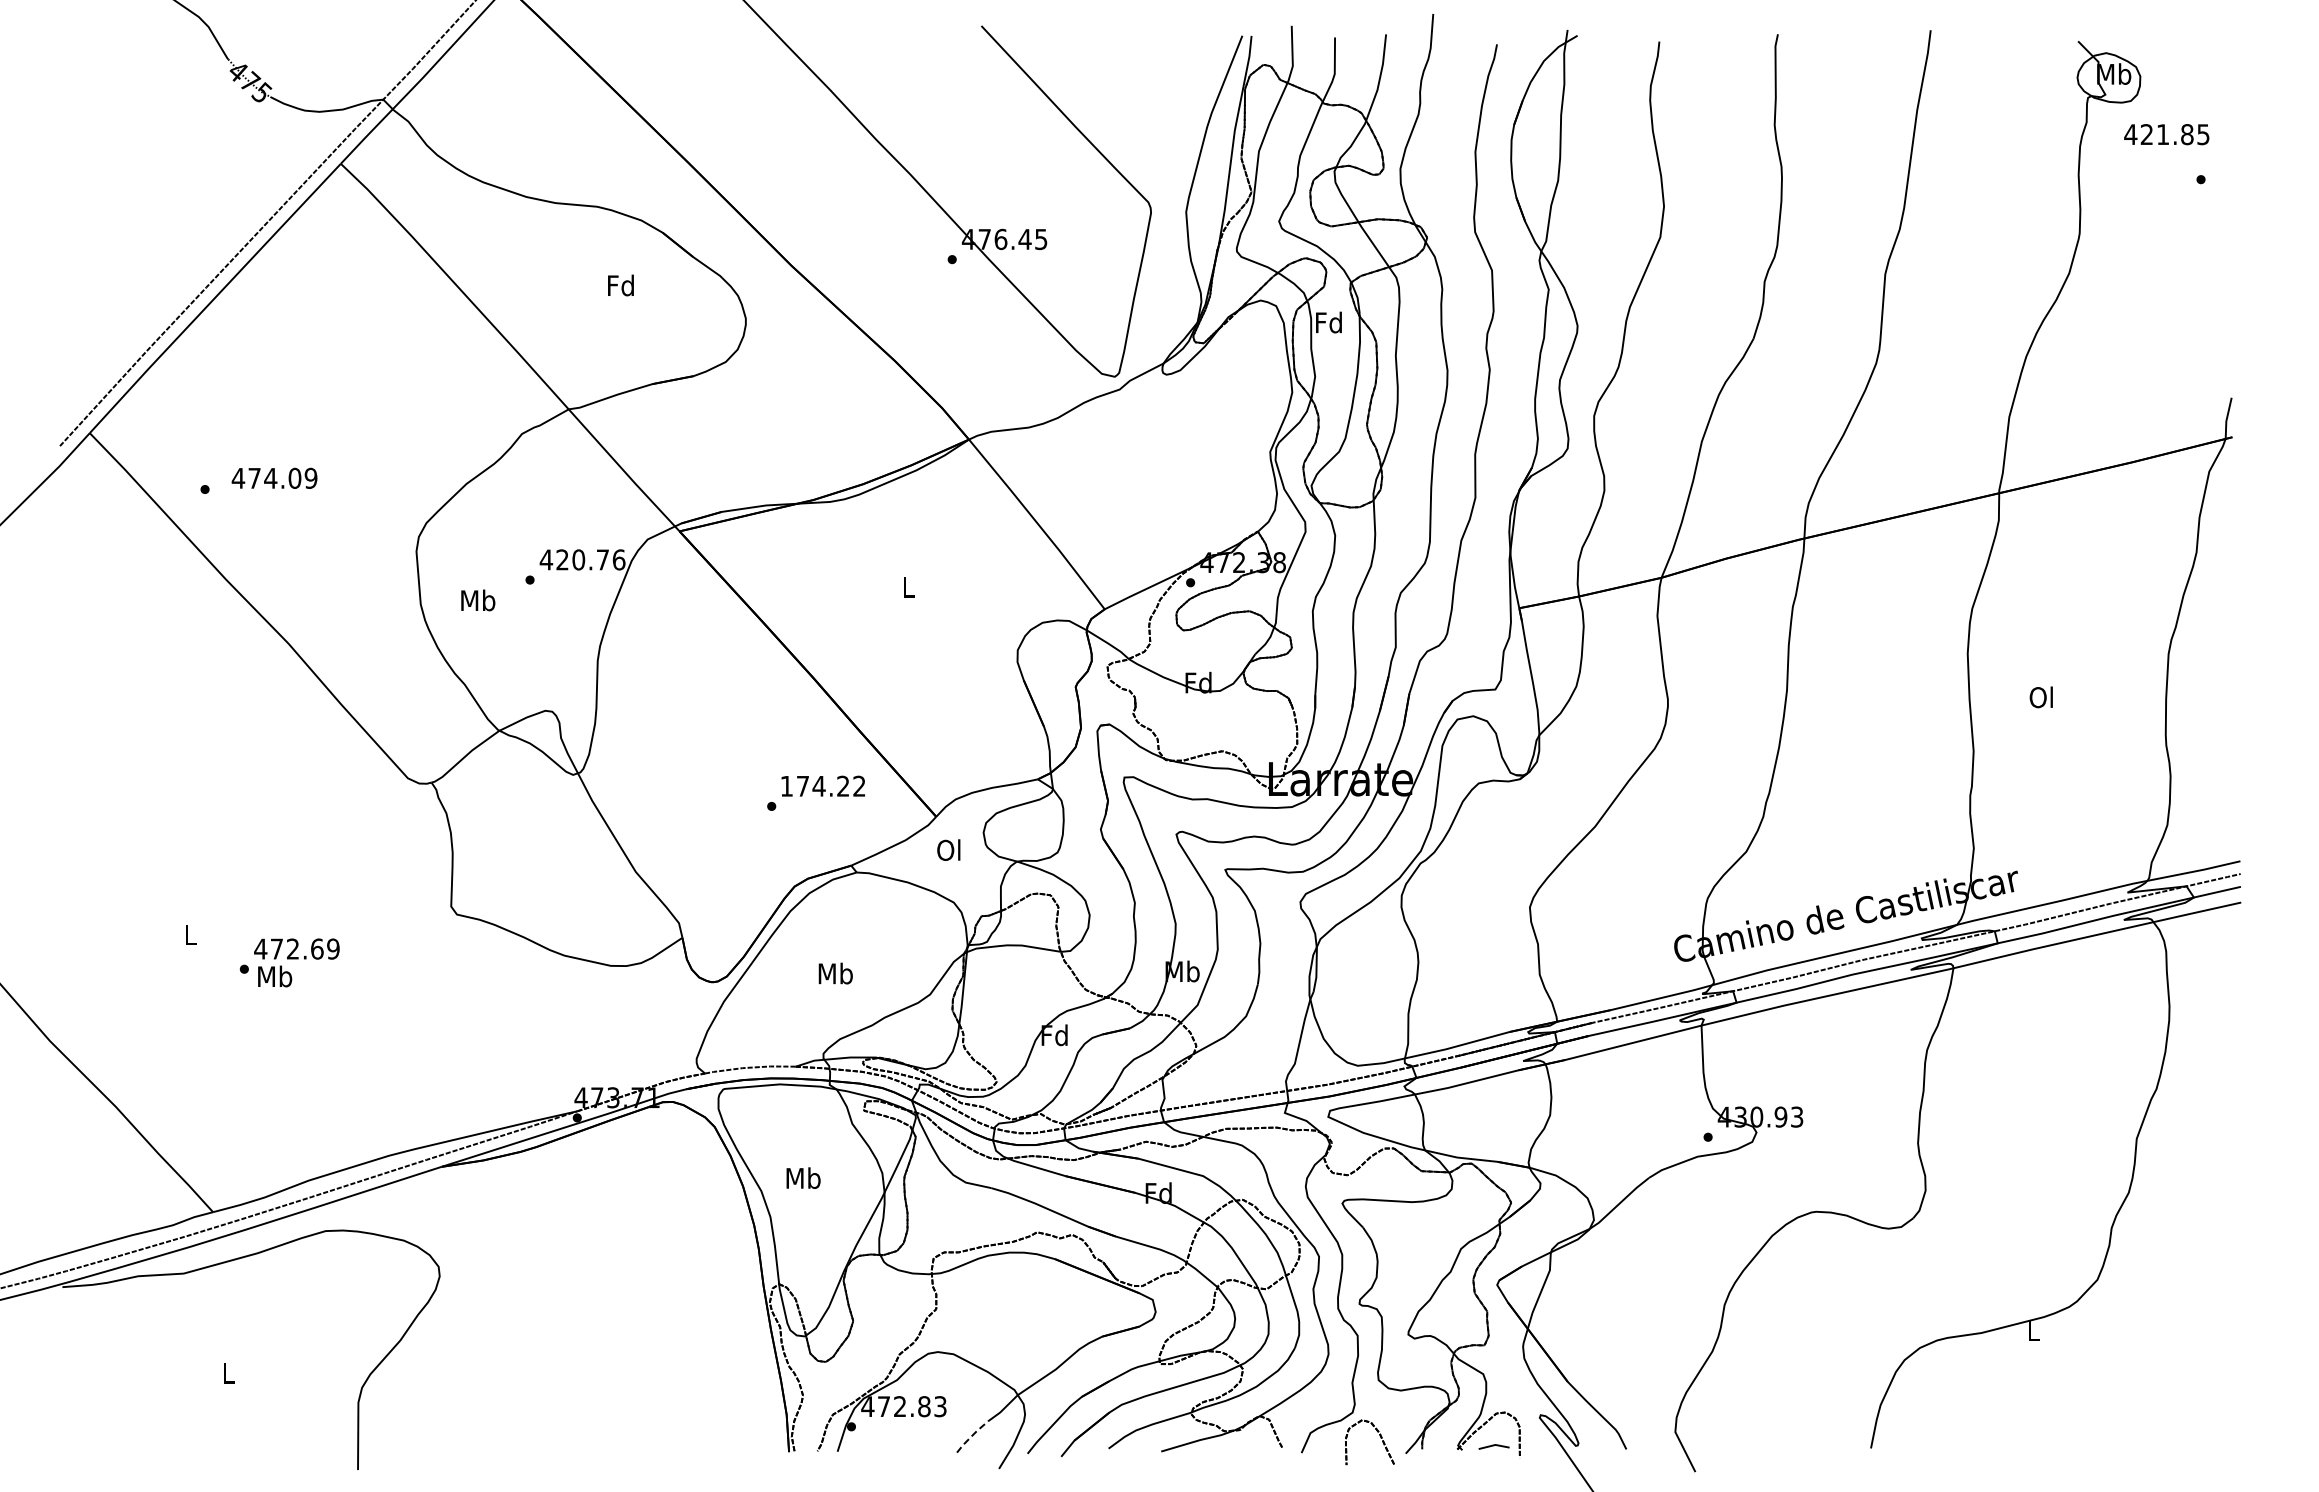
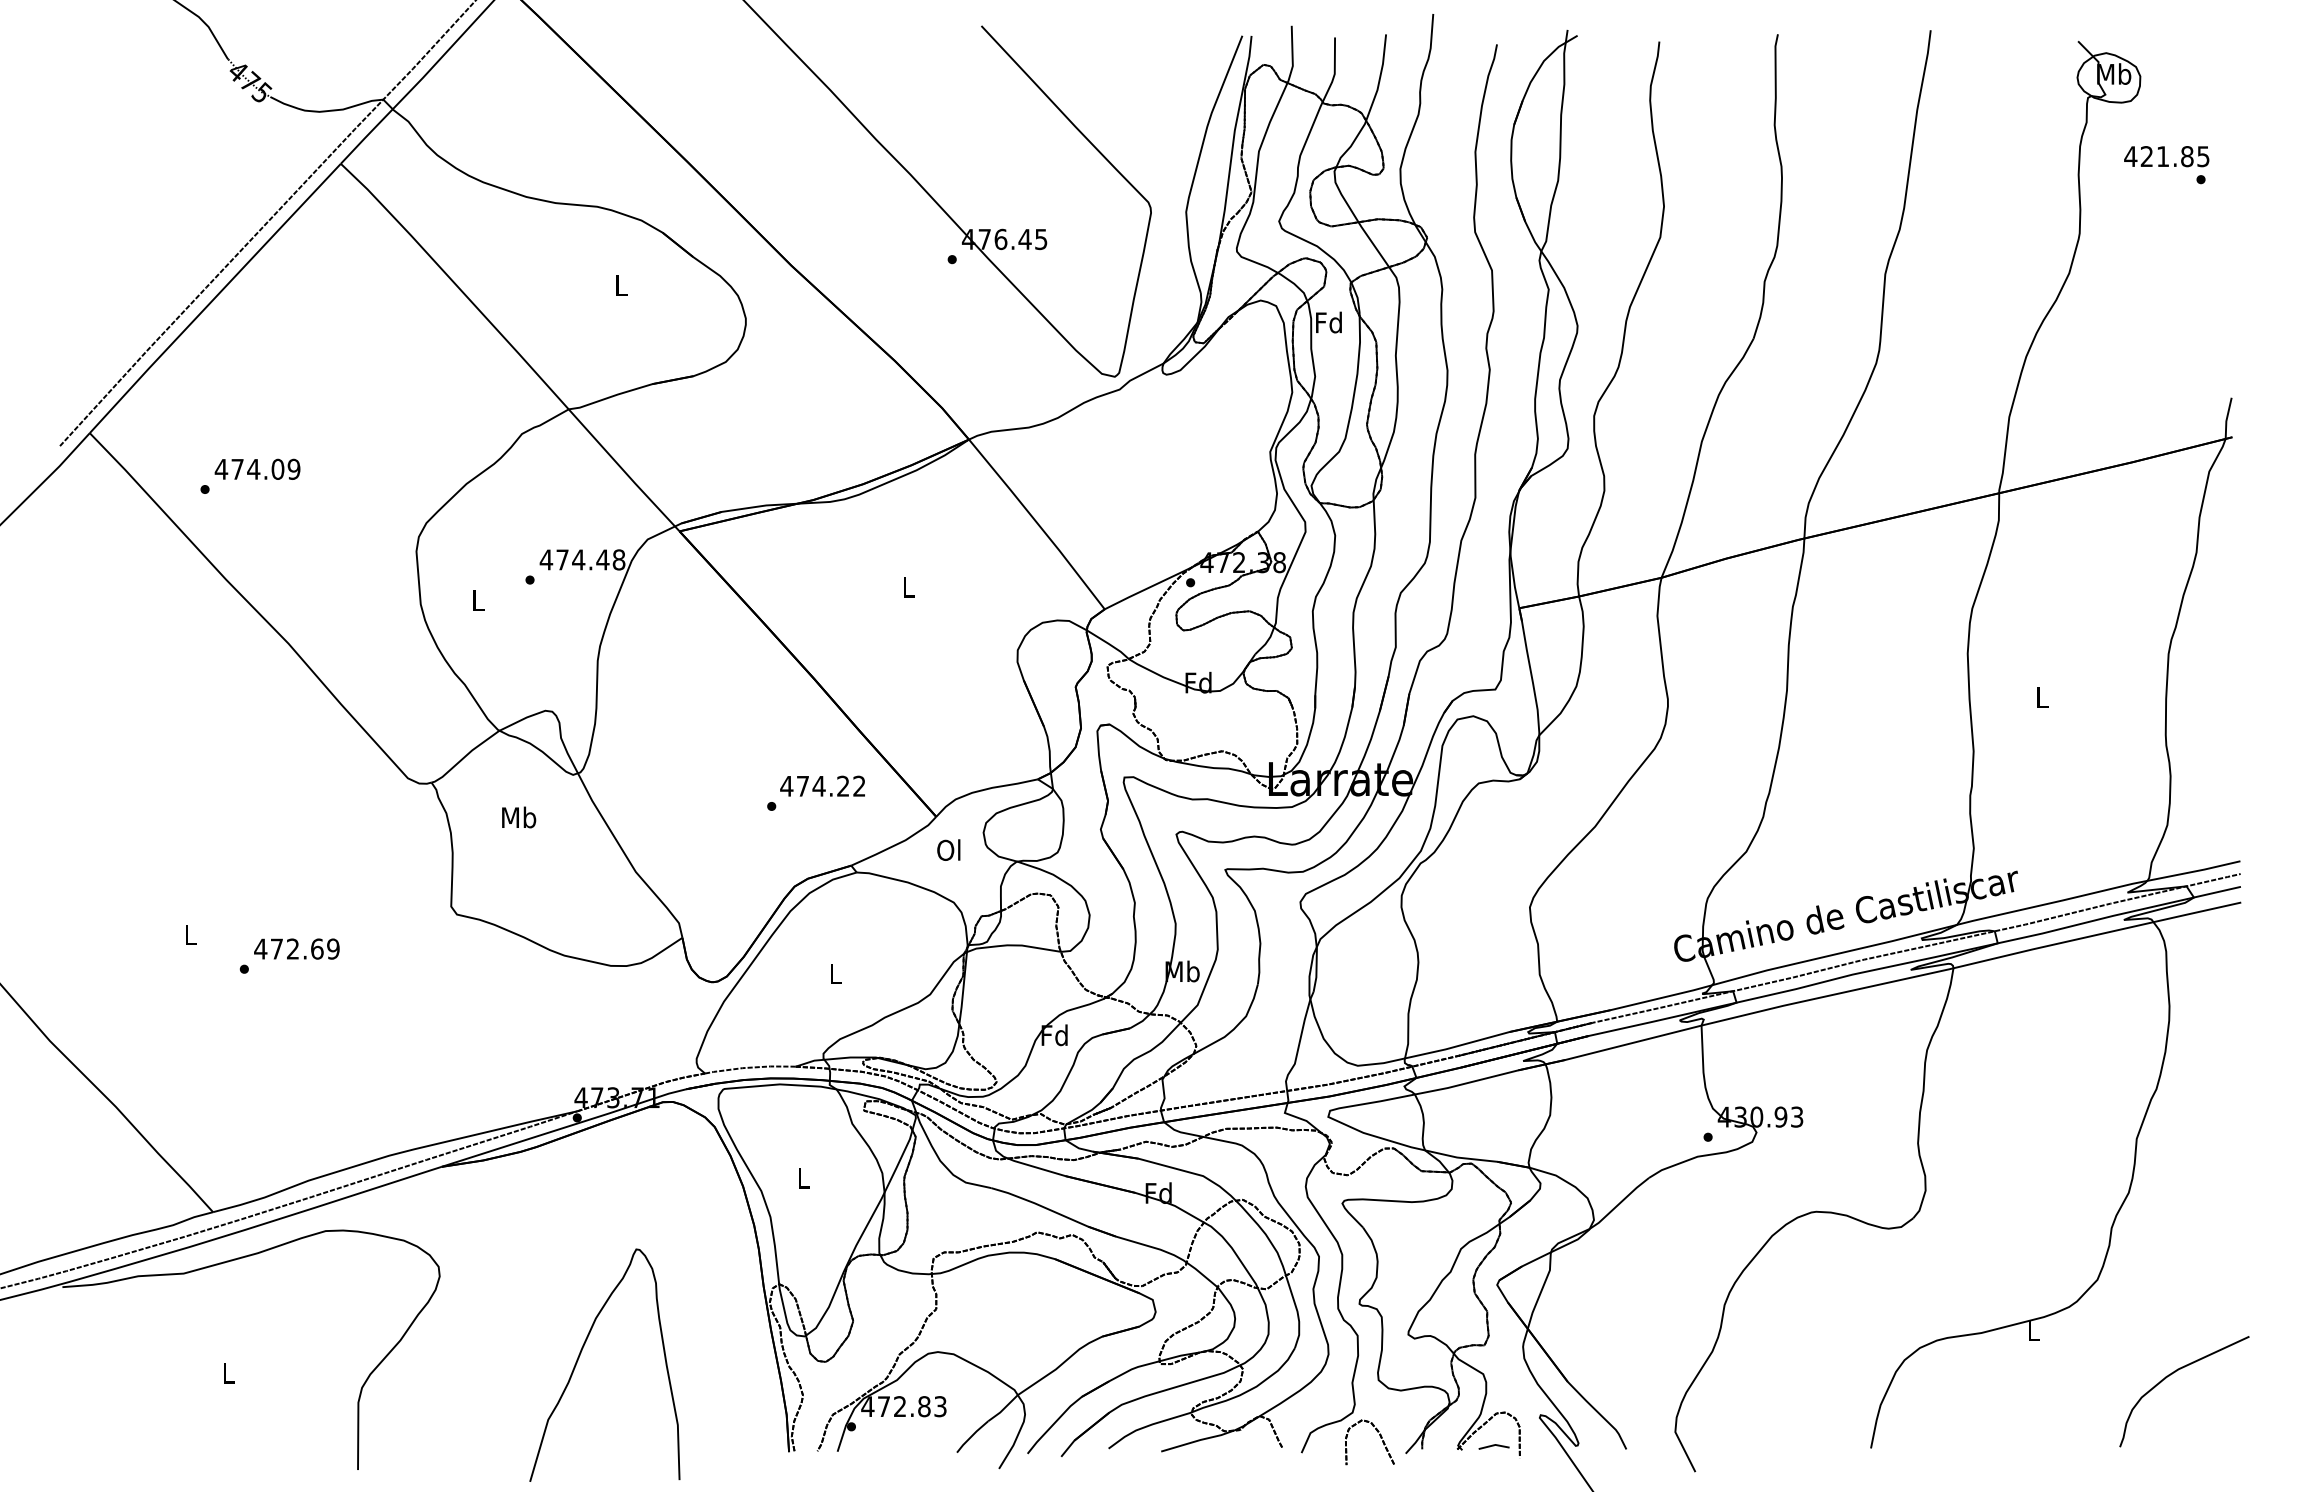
text at (2166, 134) position: (2166, 134) -> (2166, 156)
text at (620, 285): Fd -> L
text at (274, 477) position: (274, 477) -> (257, 468)
text at (590, 559): 420.76 -> 474.48
text at (478, 600): Mb -> L
text at (2040, 697): Ol -> L
text at (786, 786): 174.22 -> 474.22
text at (835, 973): Mb -> L
text at (275, 976) position: (275, 976) -> (519, 817)
text at (803, 1177): Mb -> L
curve at (581, 1353): none -> present
curve at (2174, 1373): none -> present
line at (971, 1436): dashed -> solid
